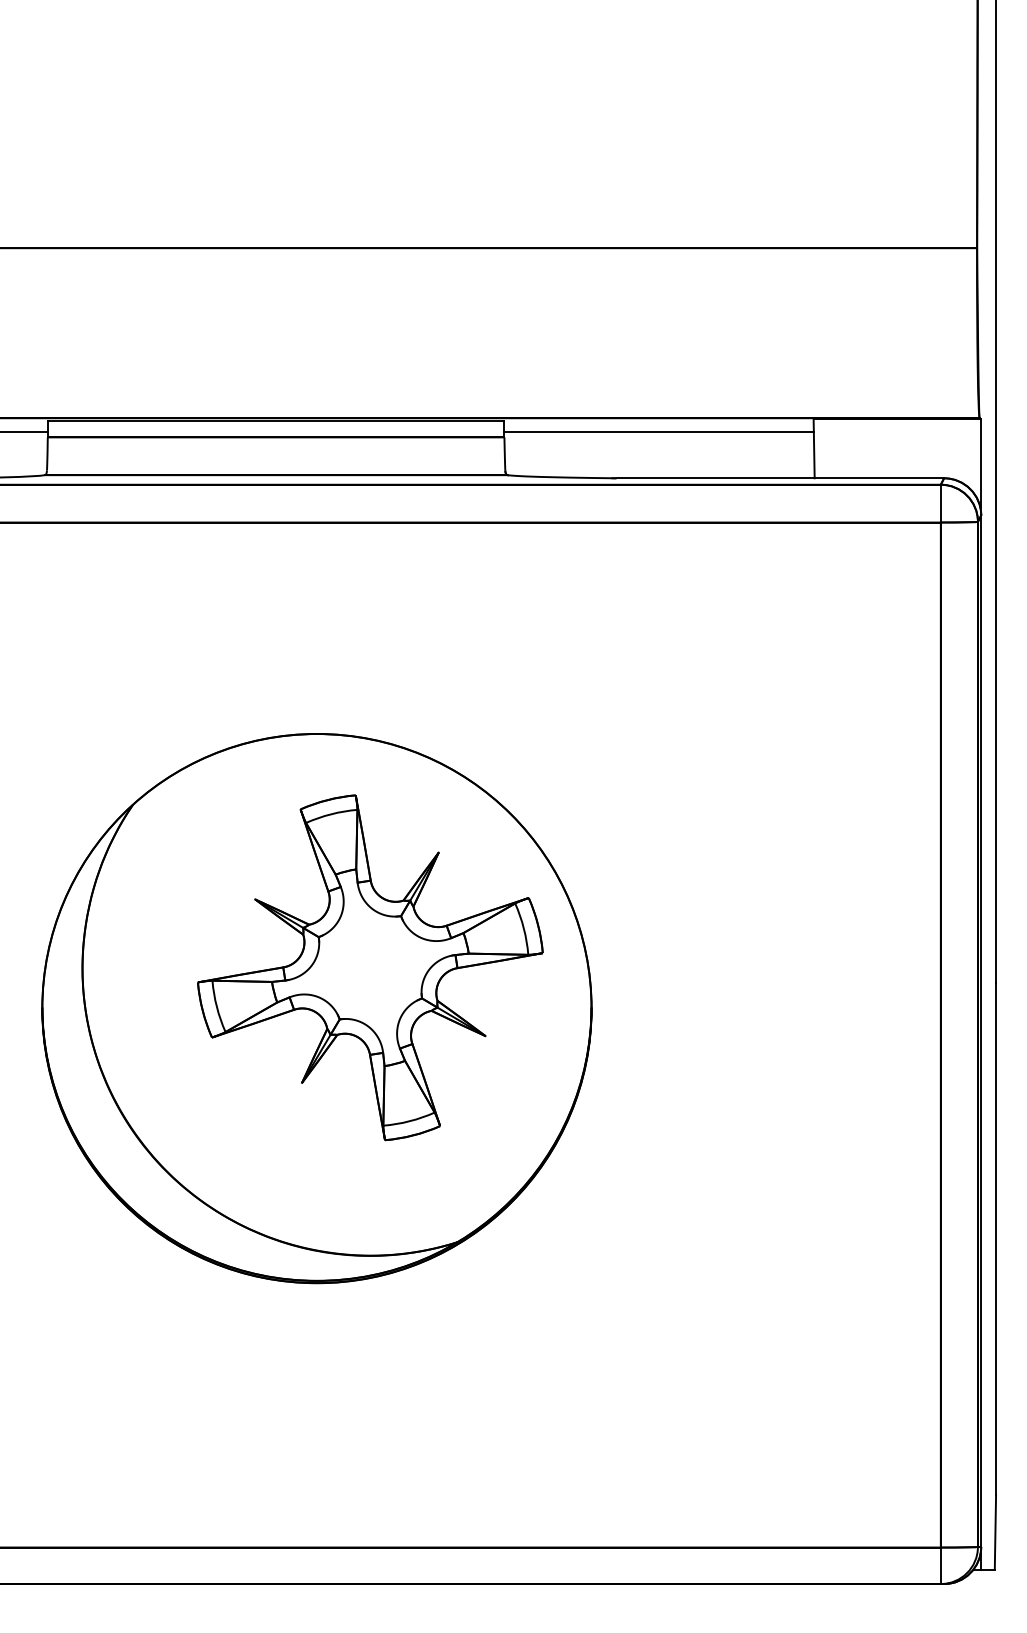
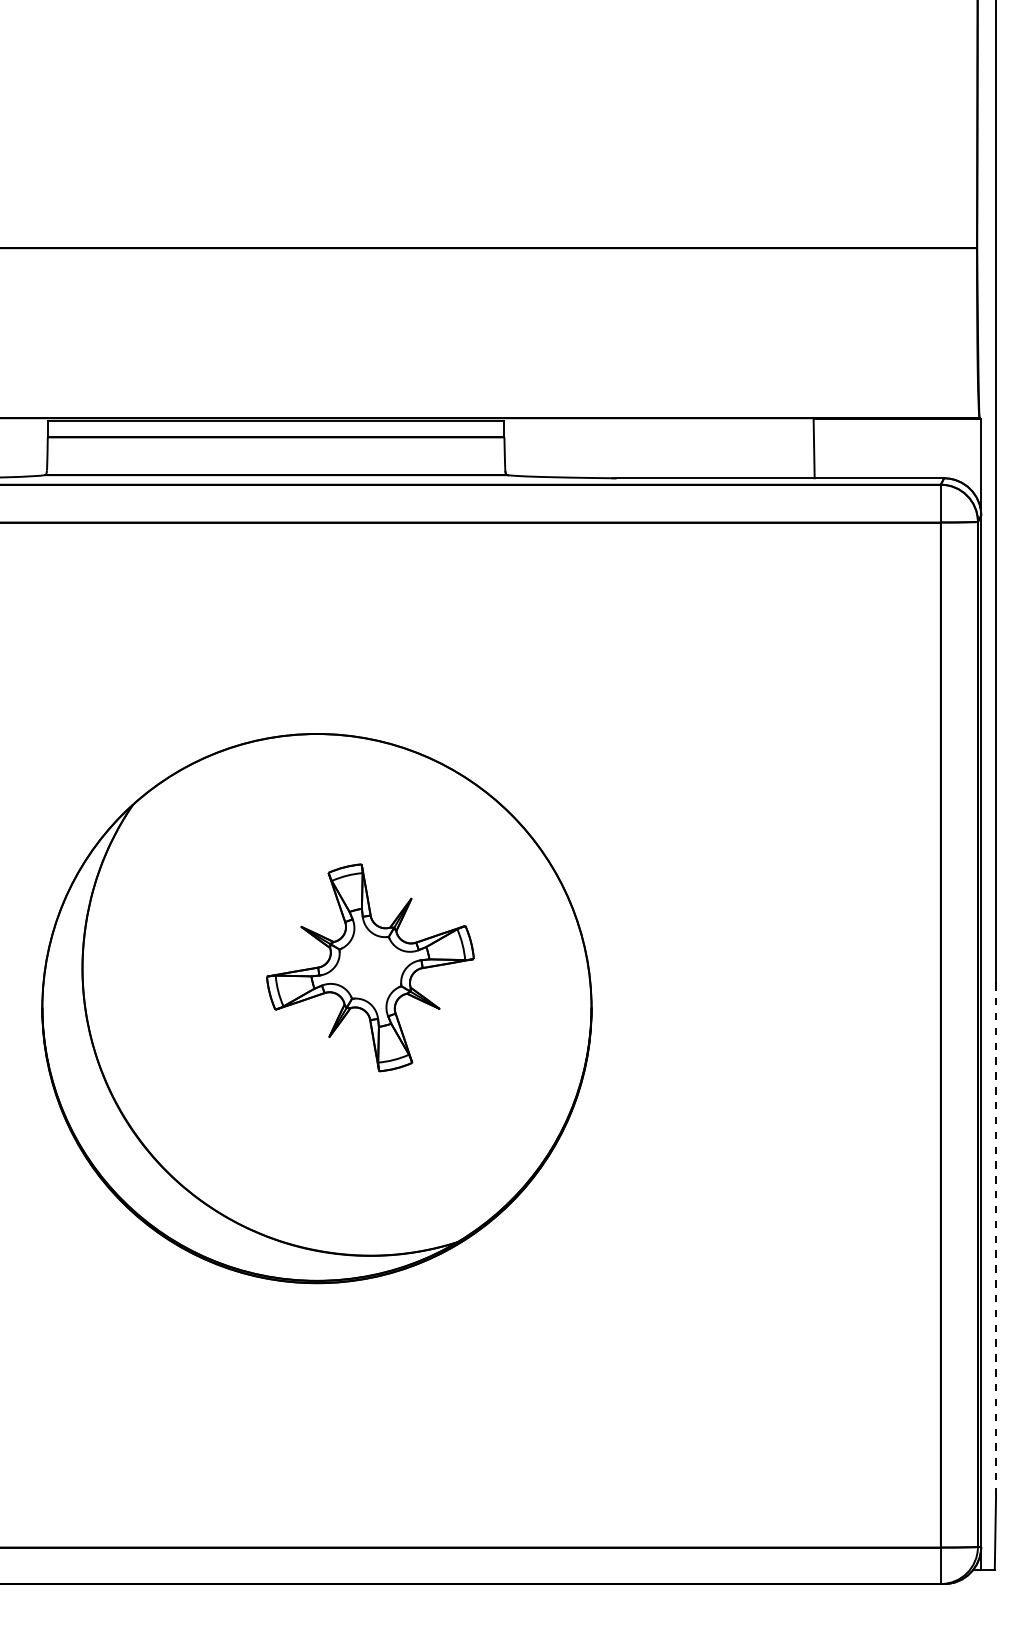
line at (24, 432): present -> none
line at (658, 432): present -> none
part at (370, 967) size: 347x348 px -> 209x210 px
line at (996, 1239): solid -> dashed
